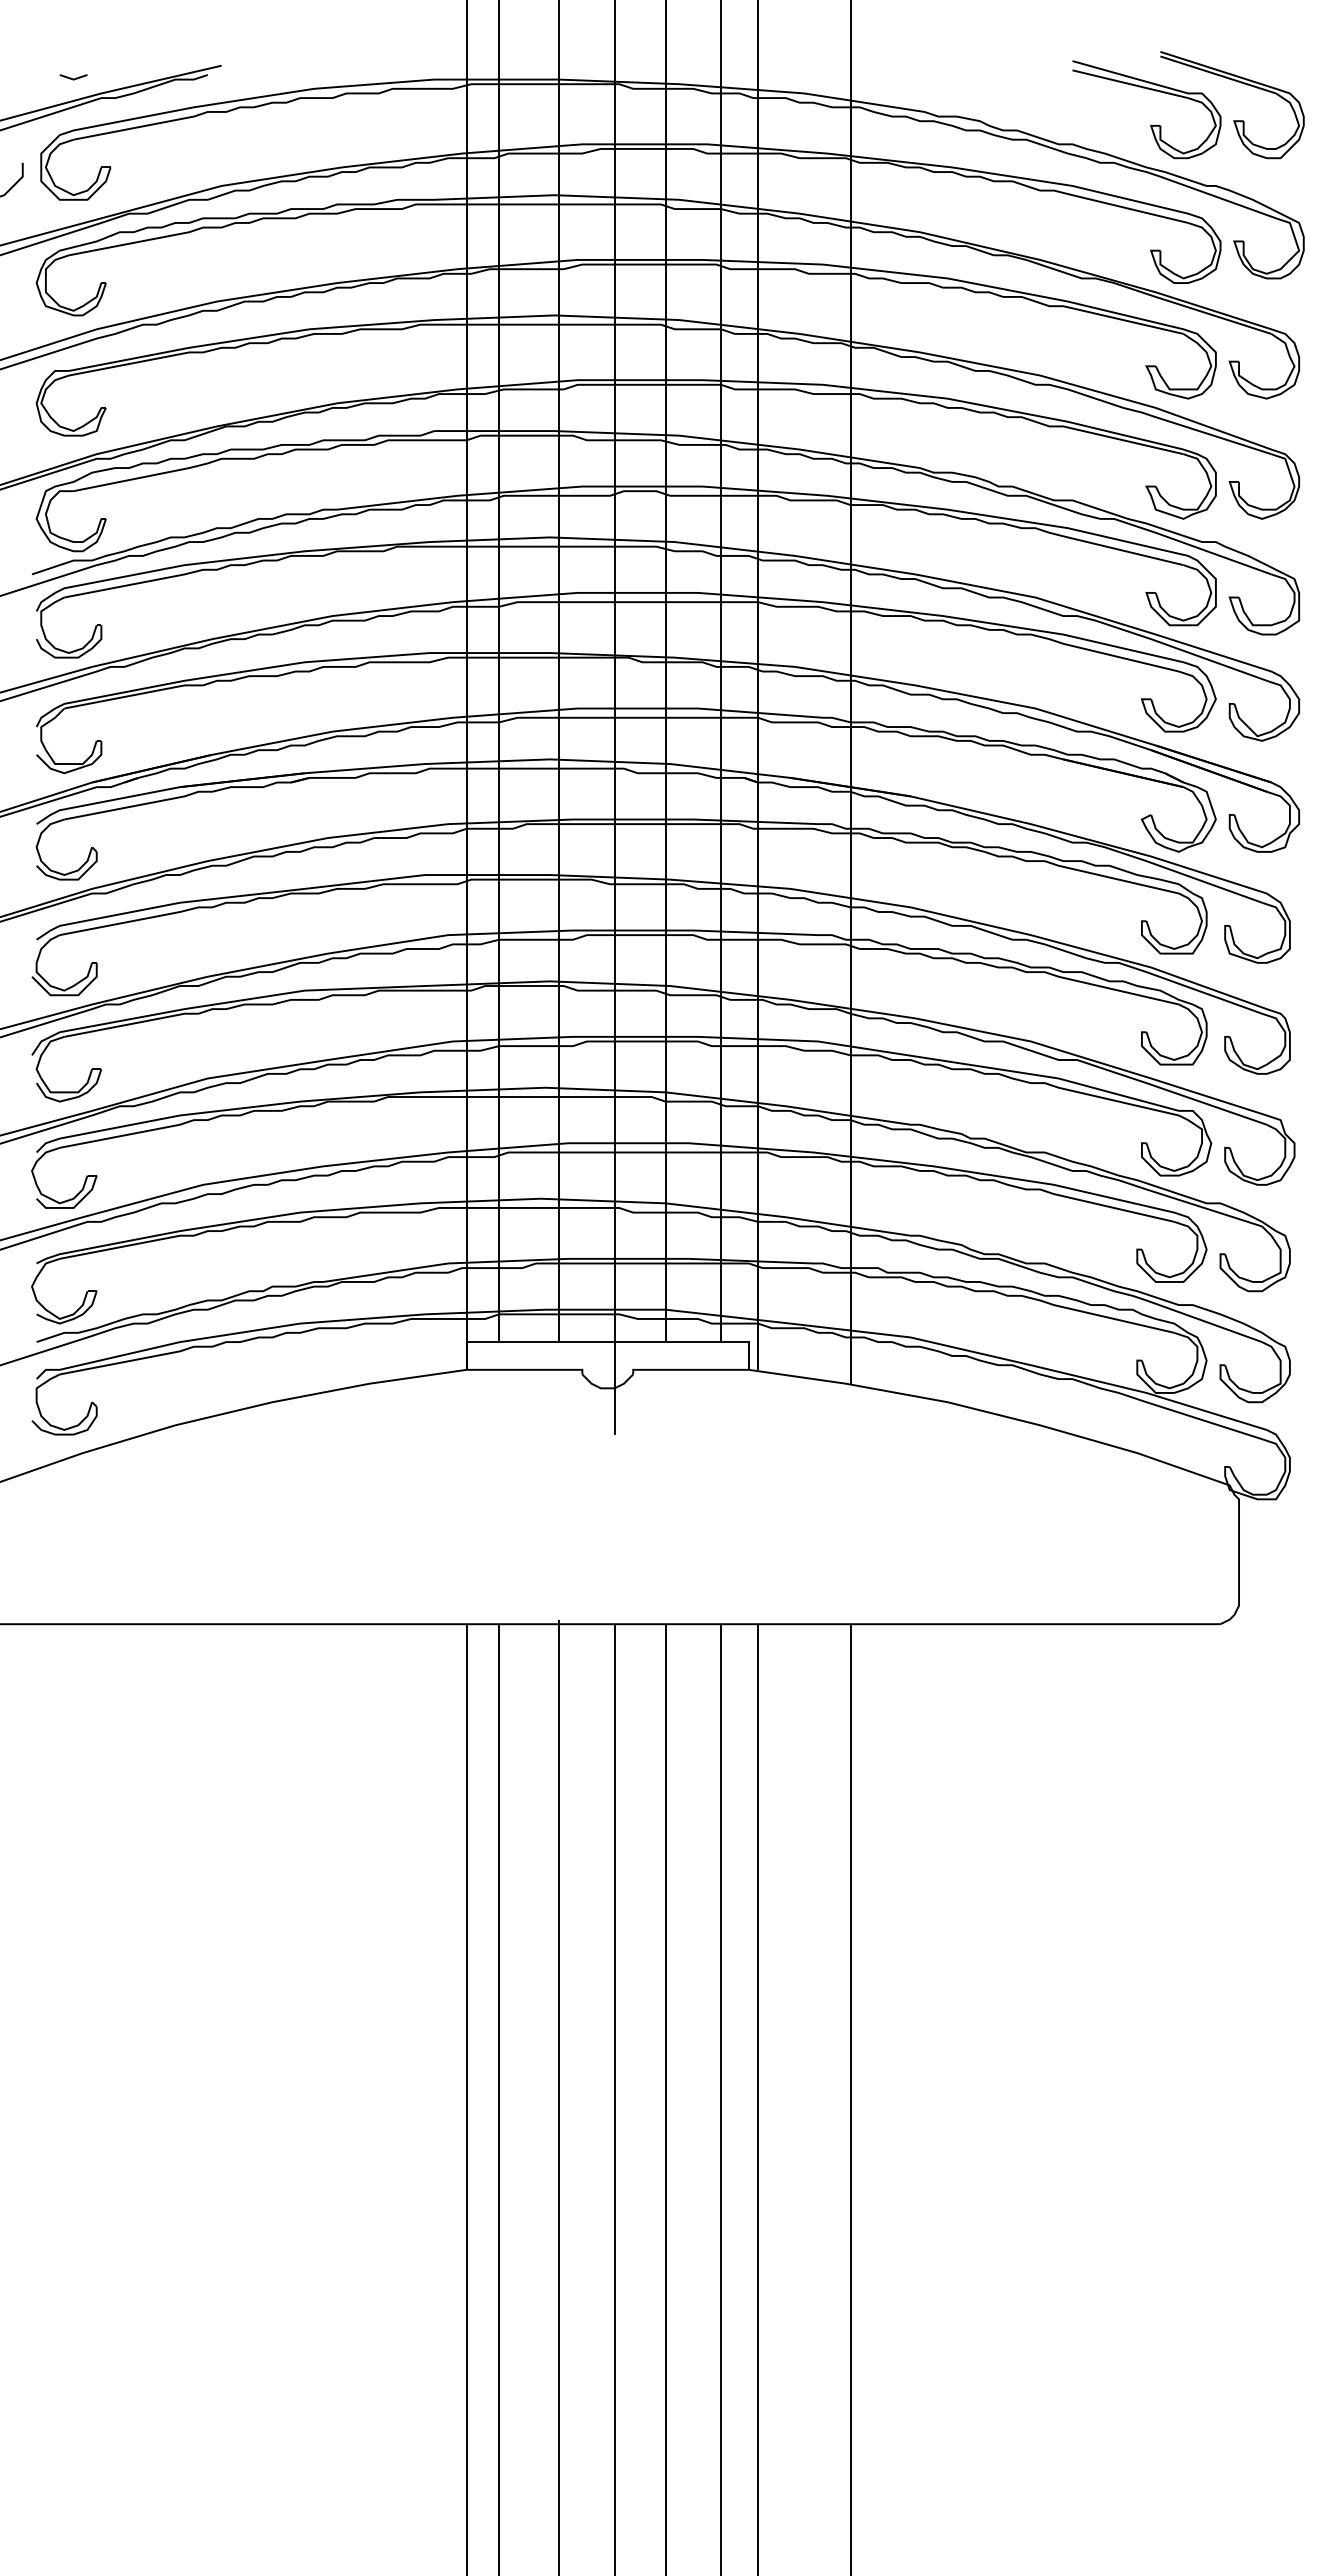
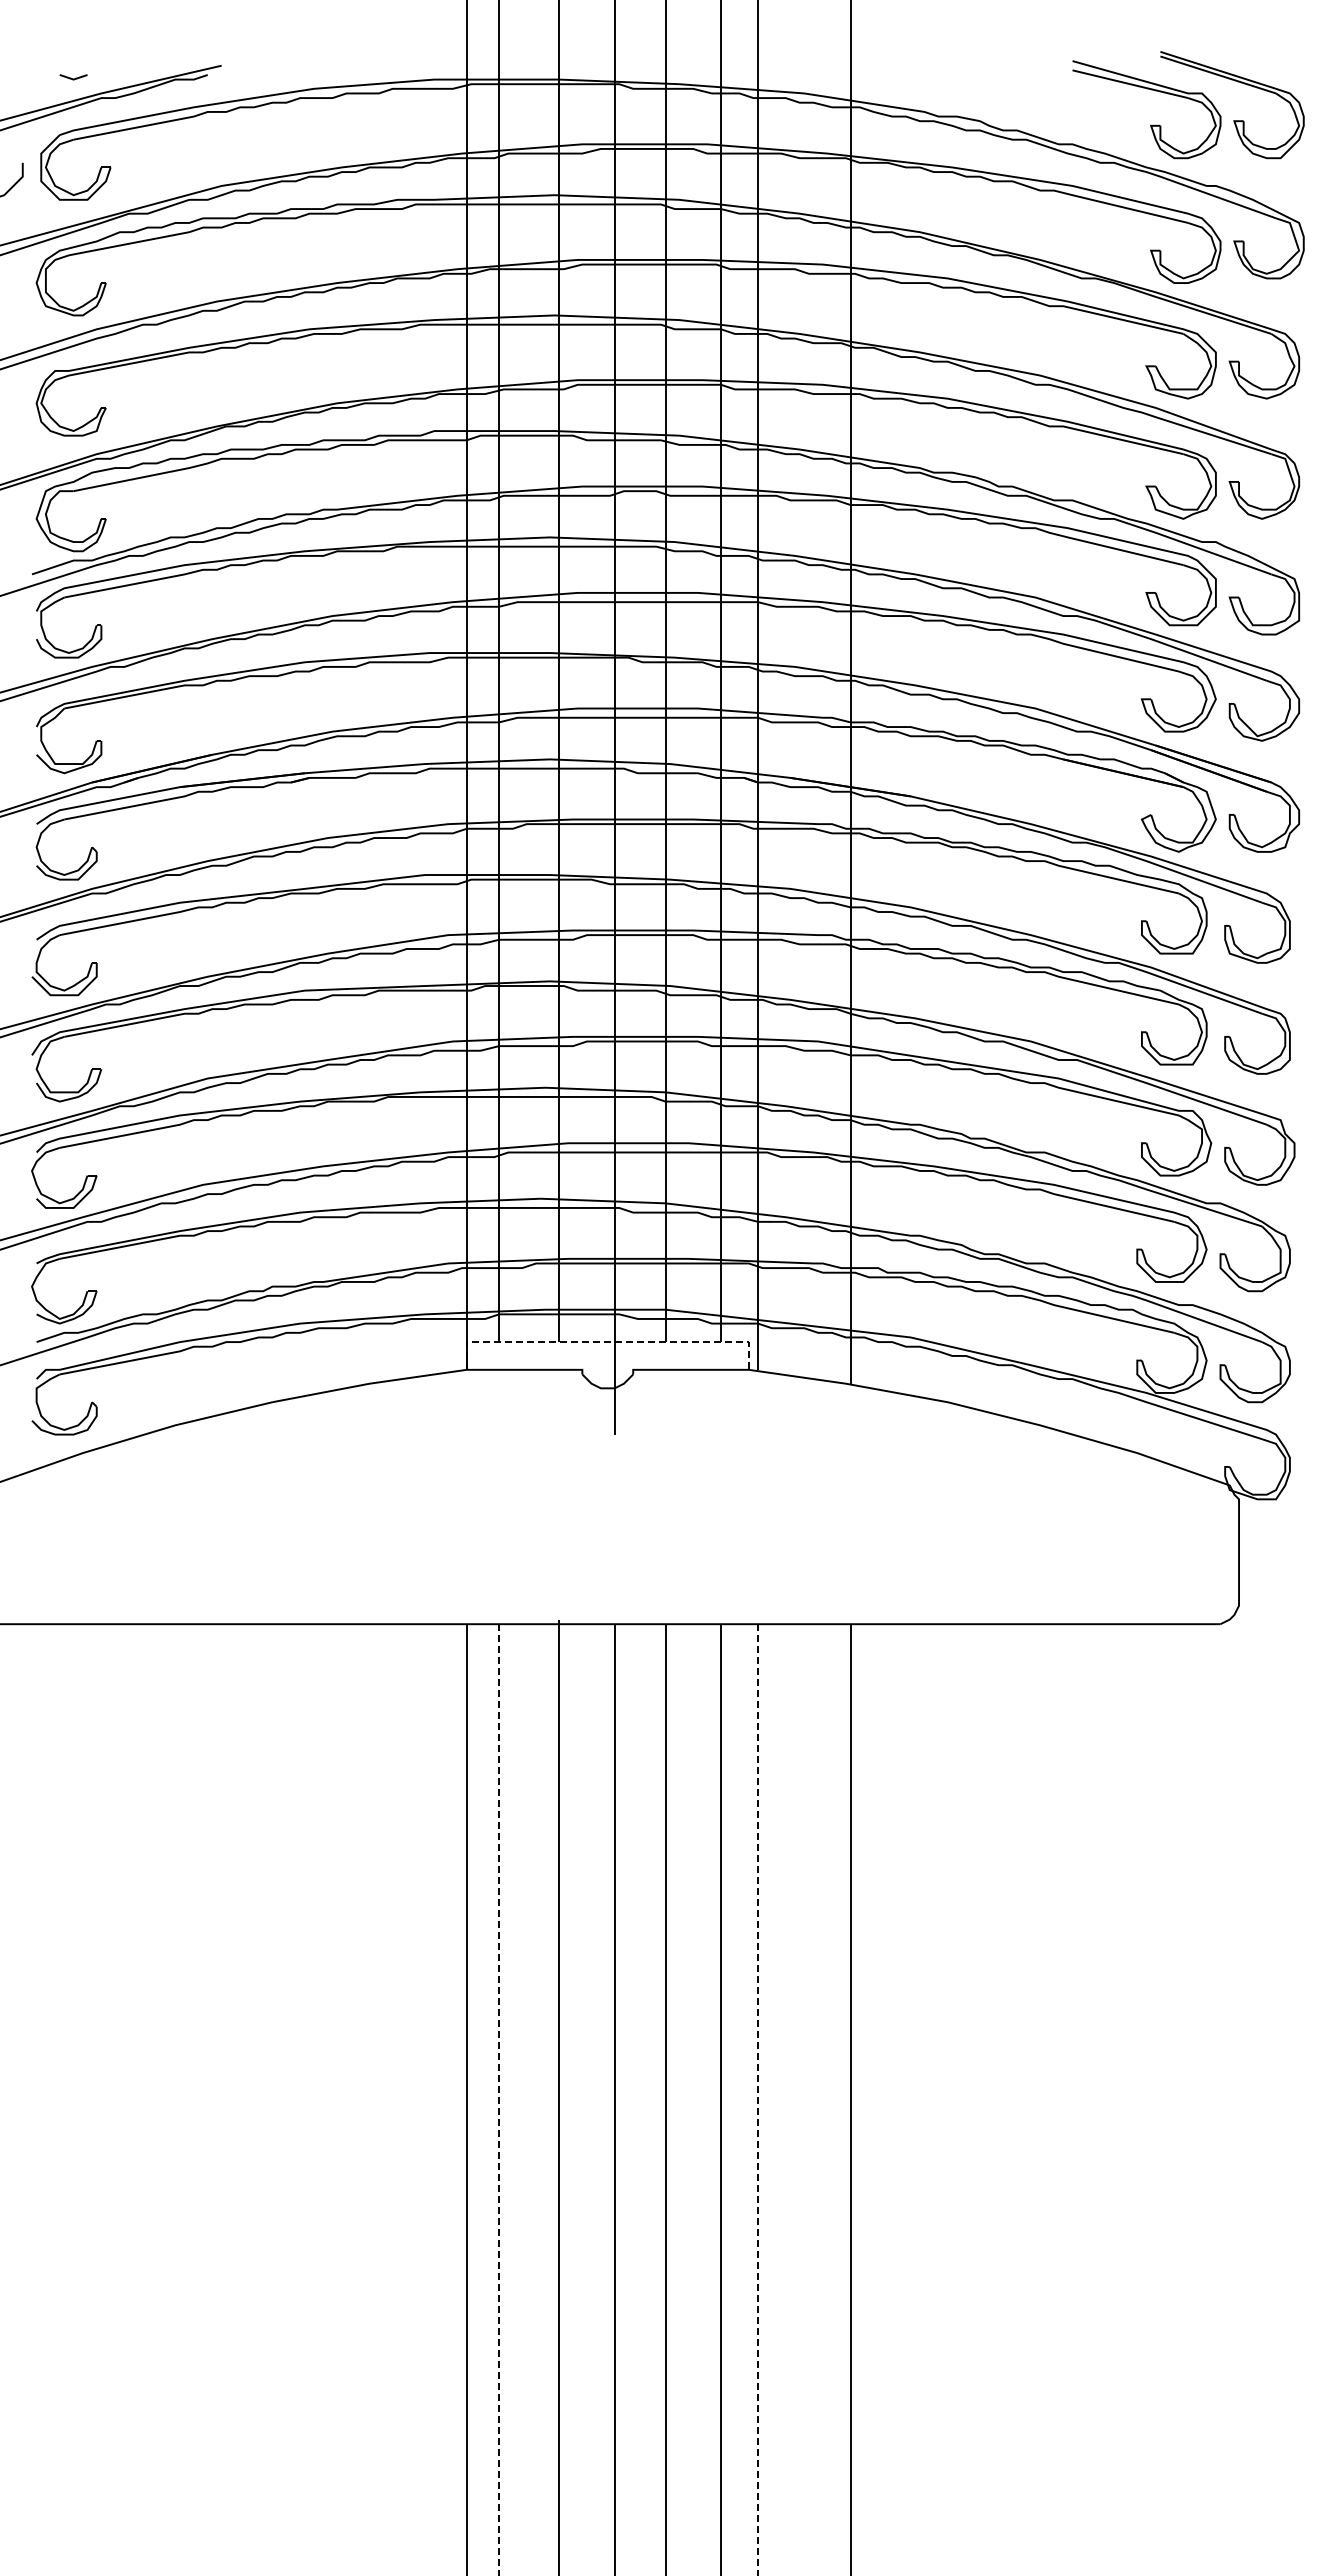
line at (608, 1342): solid -> dashed
line at (499, 2100): solid -> dashed
line at (758, 2100): solid -> dashed
